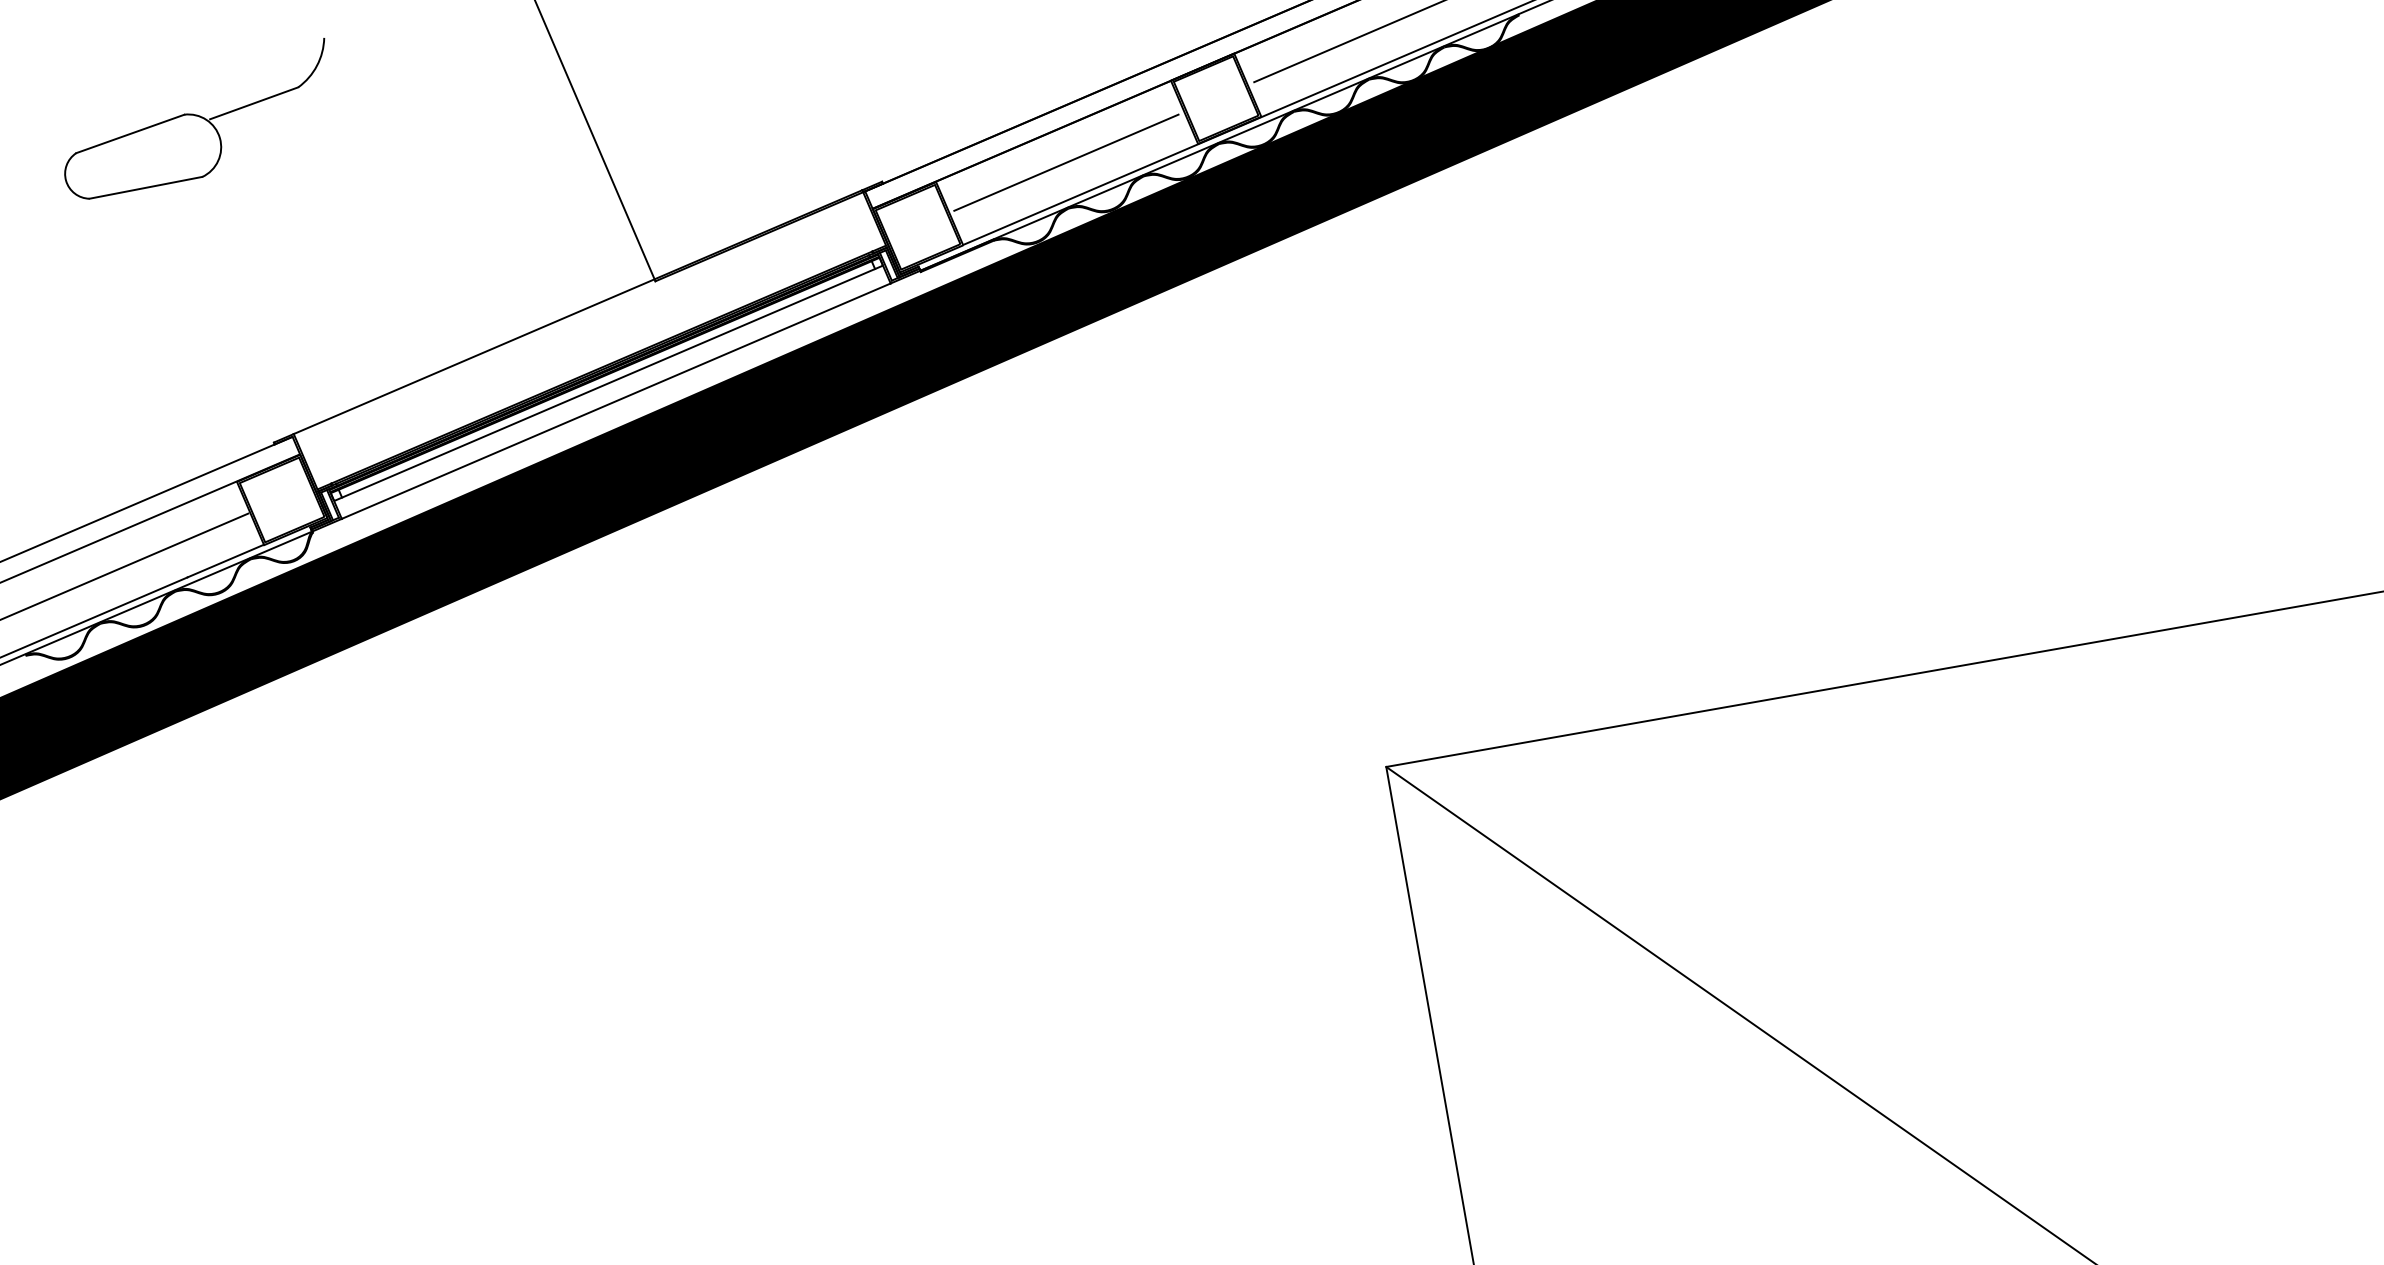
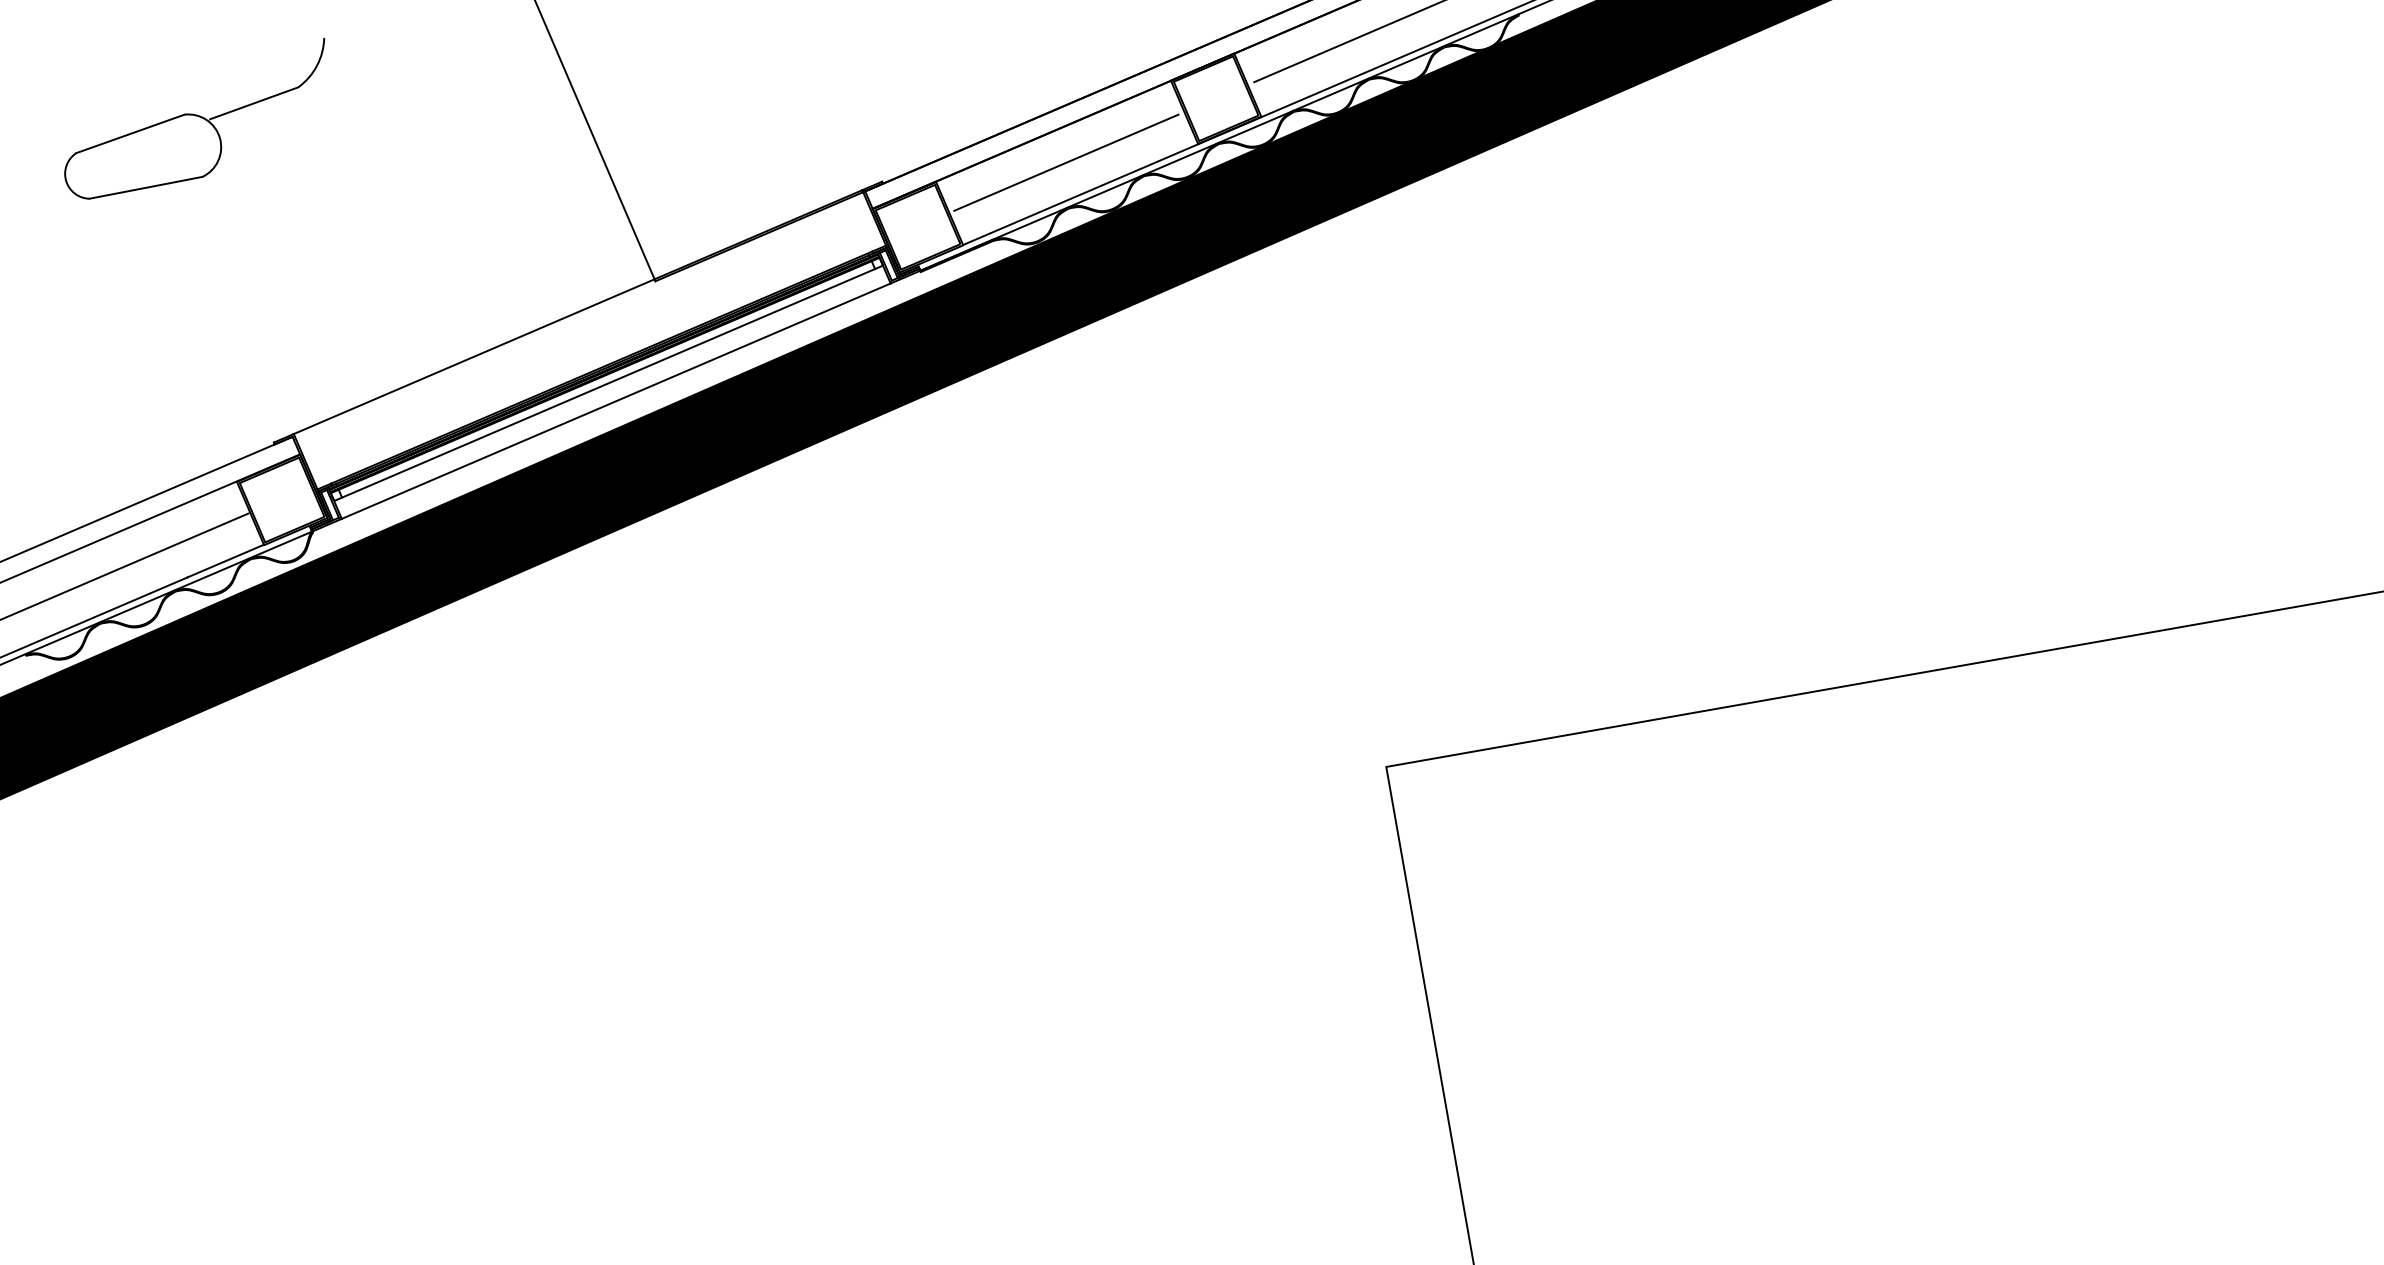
line at (1739, 1013): present -> none
